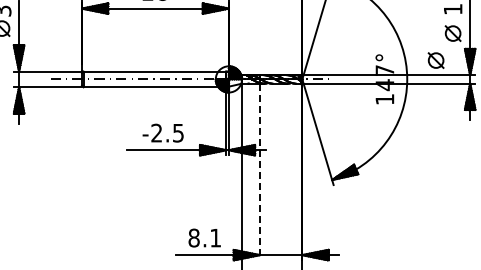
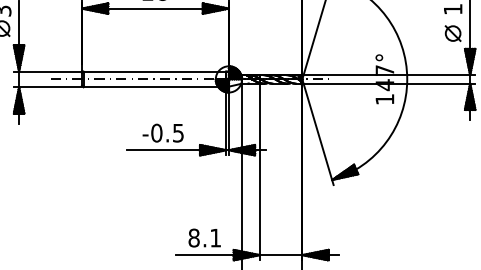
part at (435, 60): present -> none
text at (156, 132): -2.5 -> -0.5
line at (259, 172): dashed -> solid
